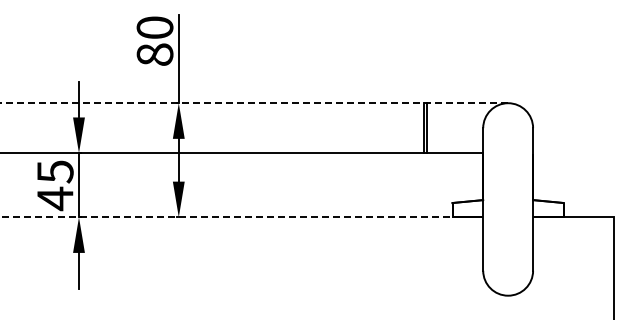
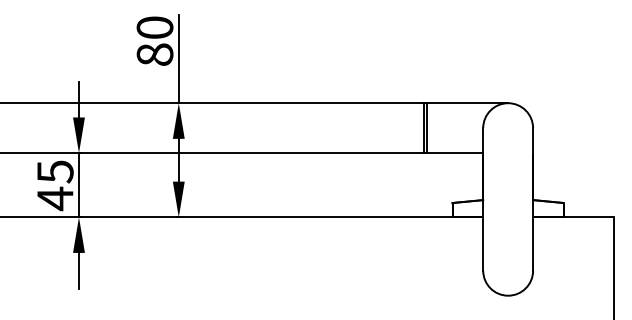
line at (254, 103): dashed -> solid
line at (241, 217): dashed -> solid
